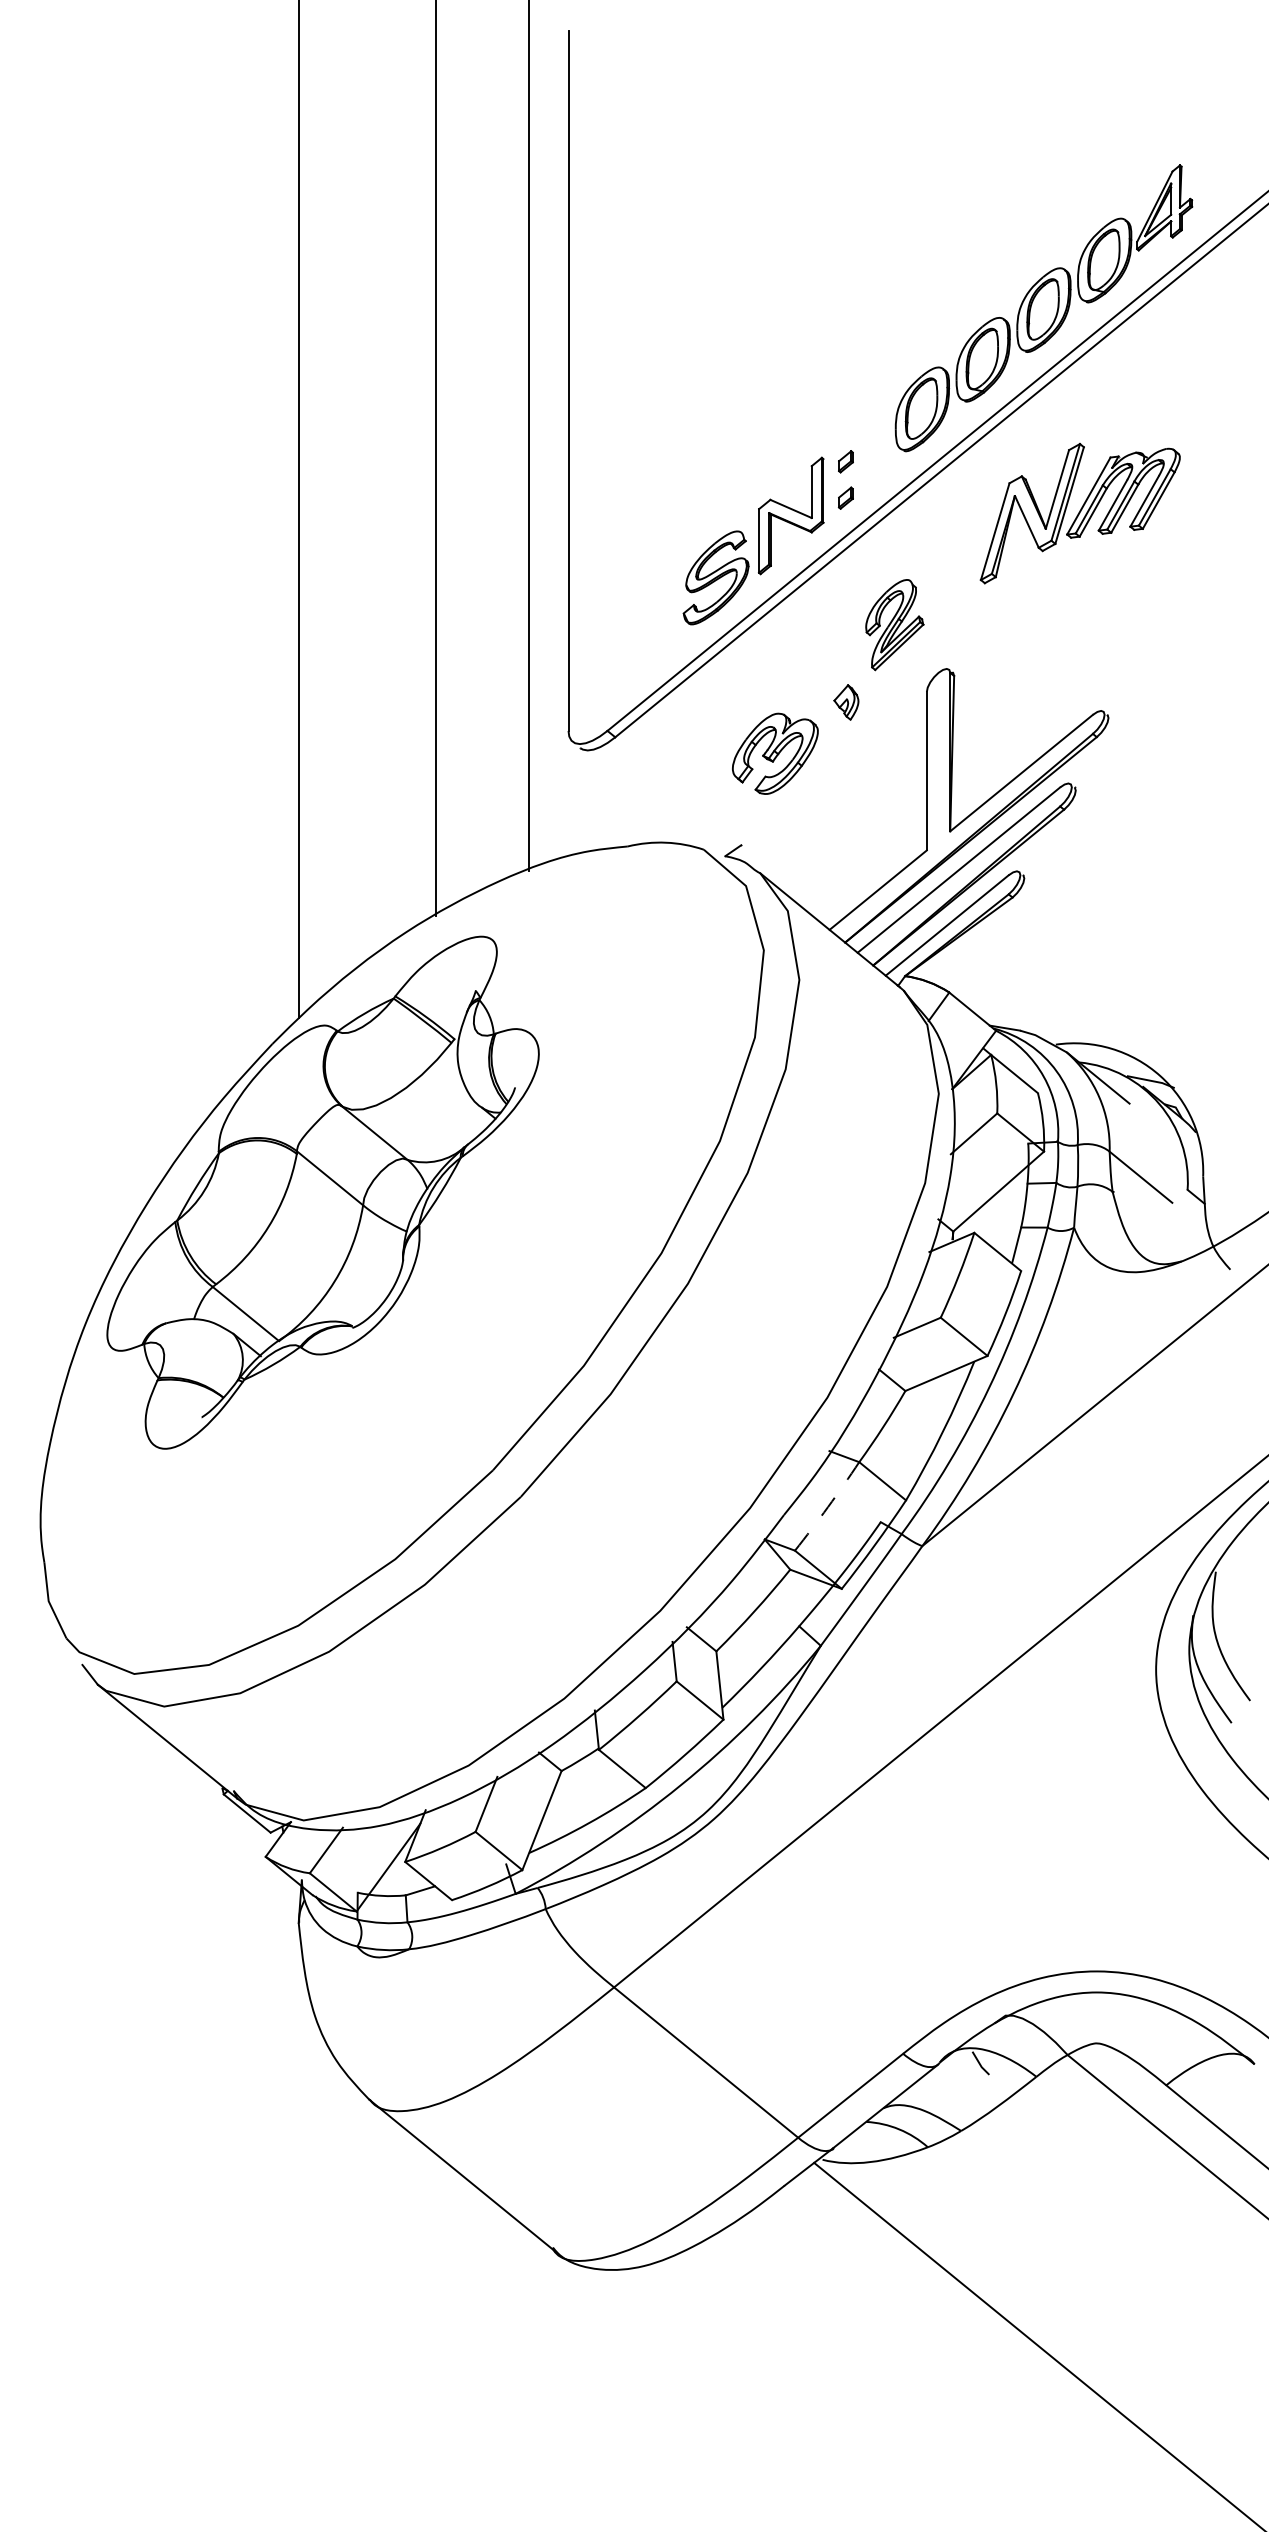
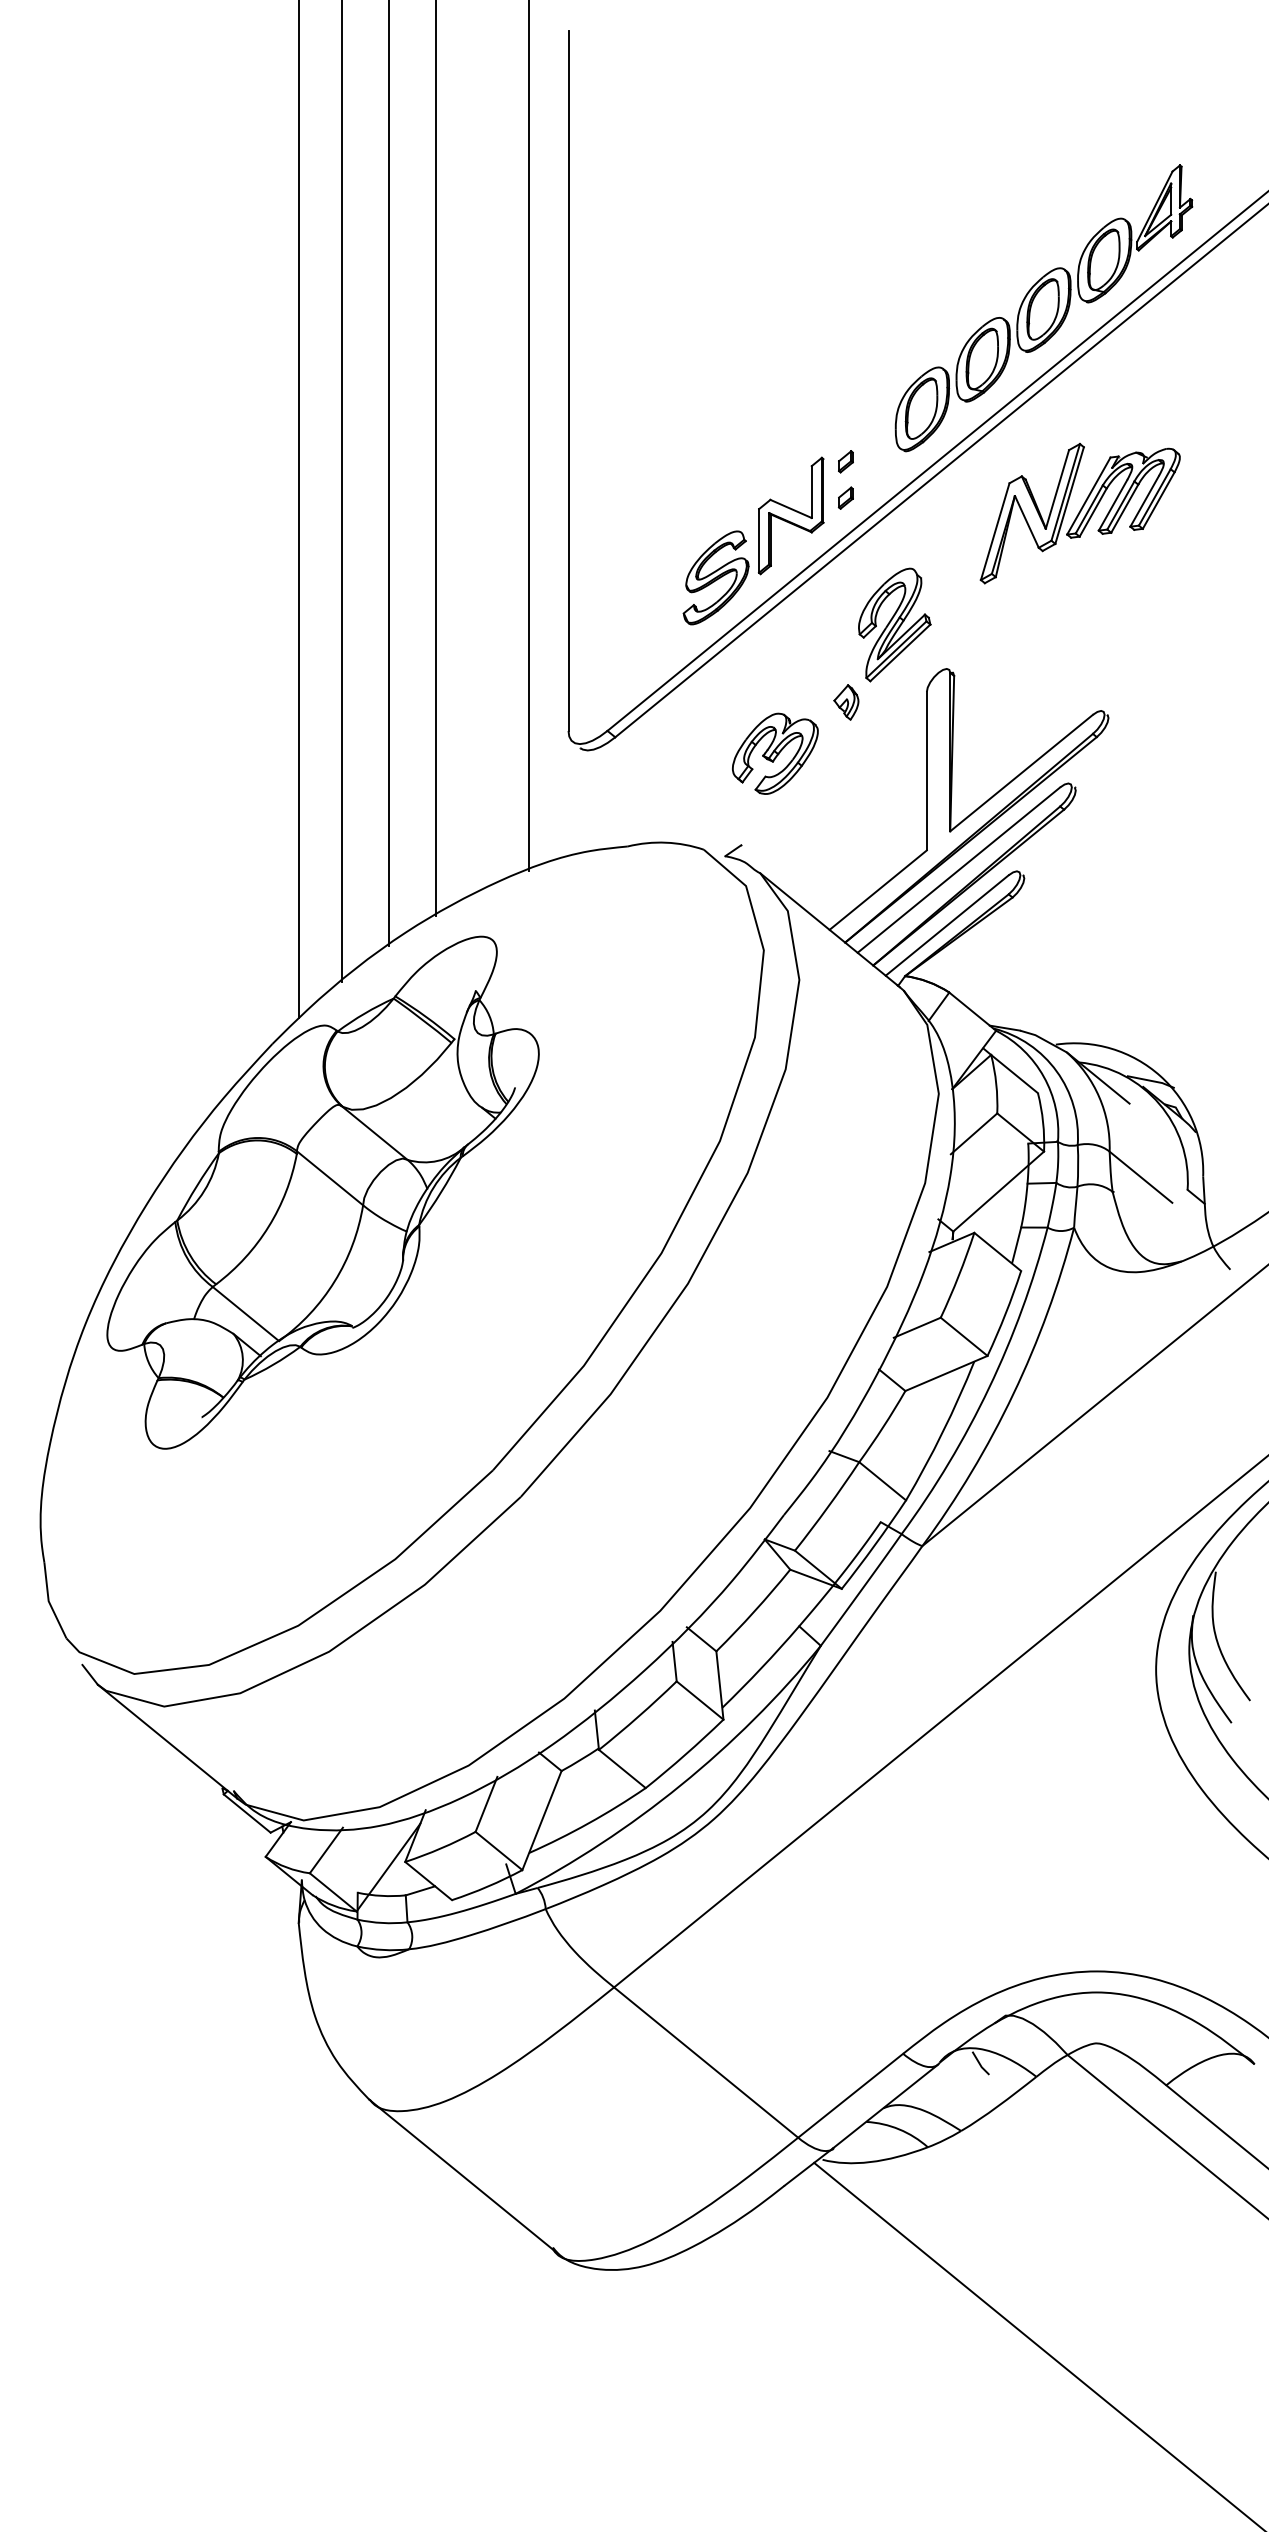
line at (389, 473): none -> present
line at (342, 492): none -> present
part at (894, 625) size: 60x93 px -> 74x116 px
arc at (828, 1507): dashed -> solid
